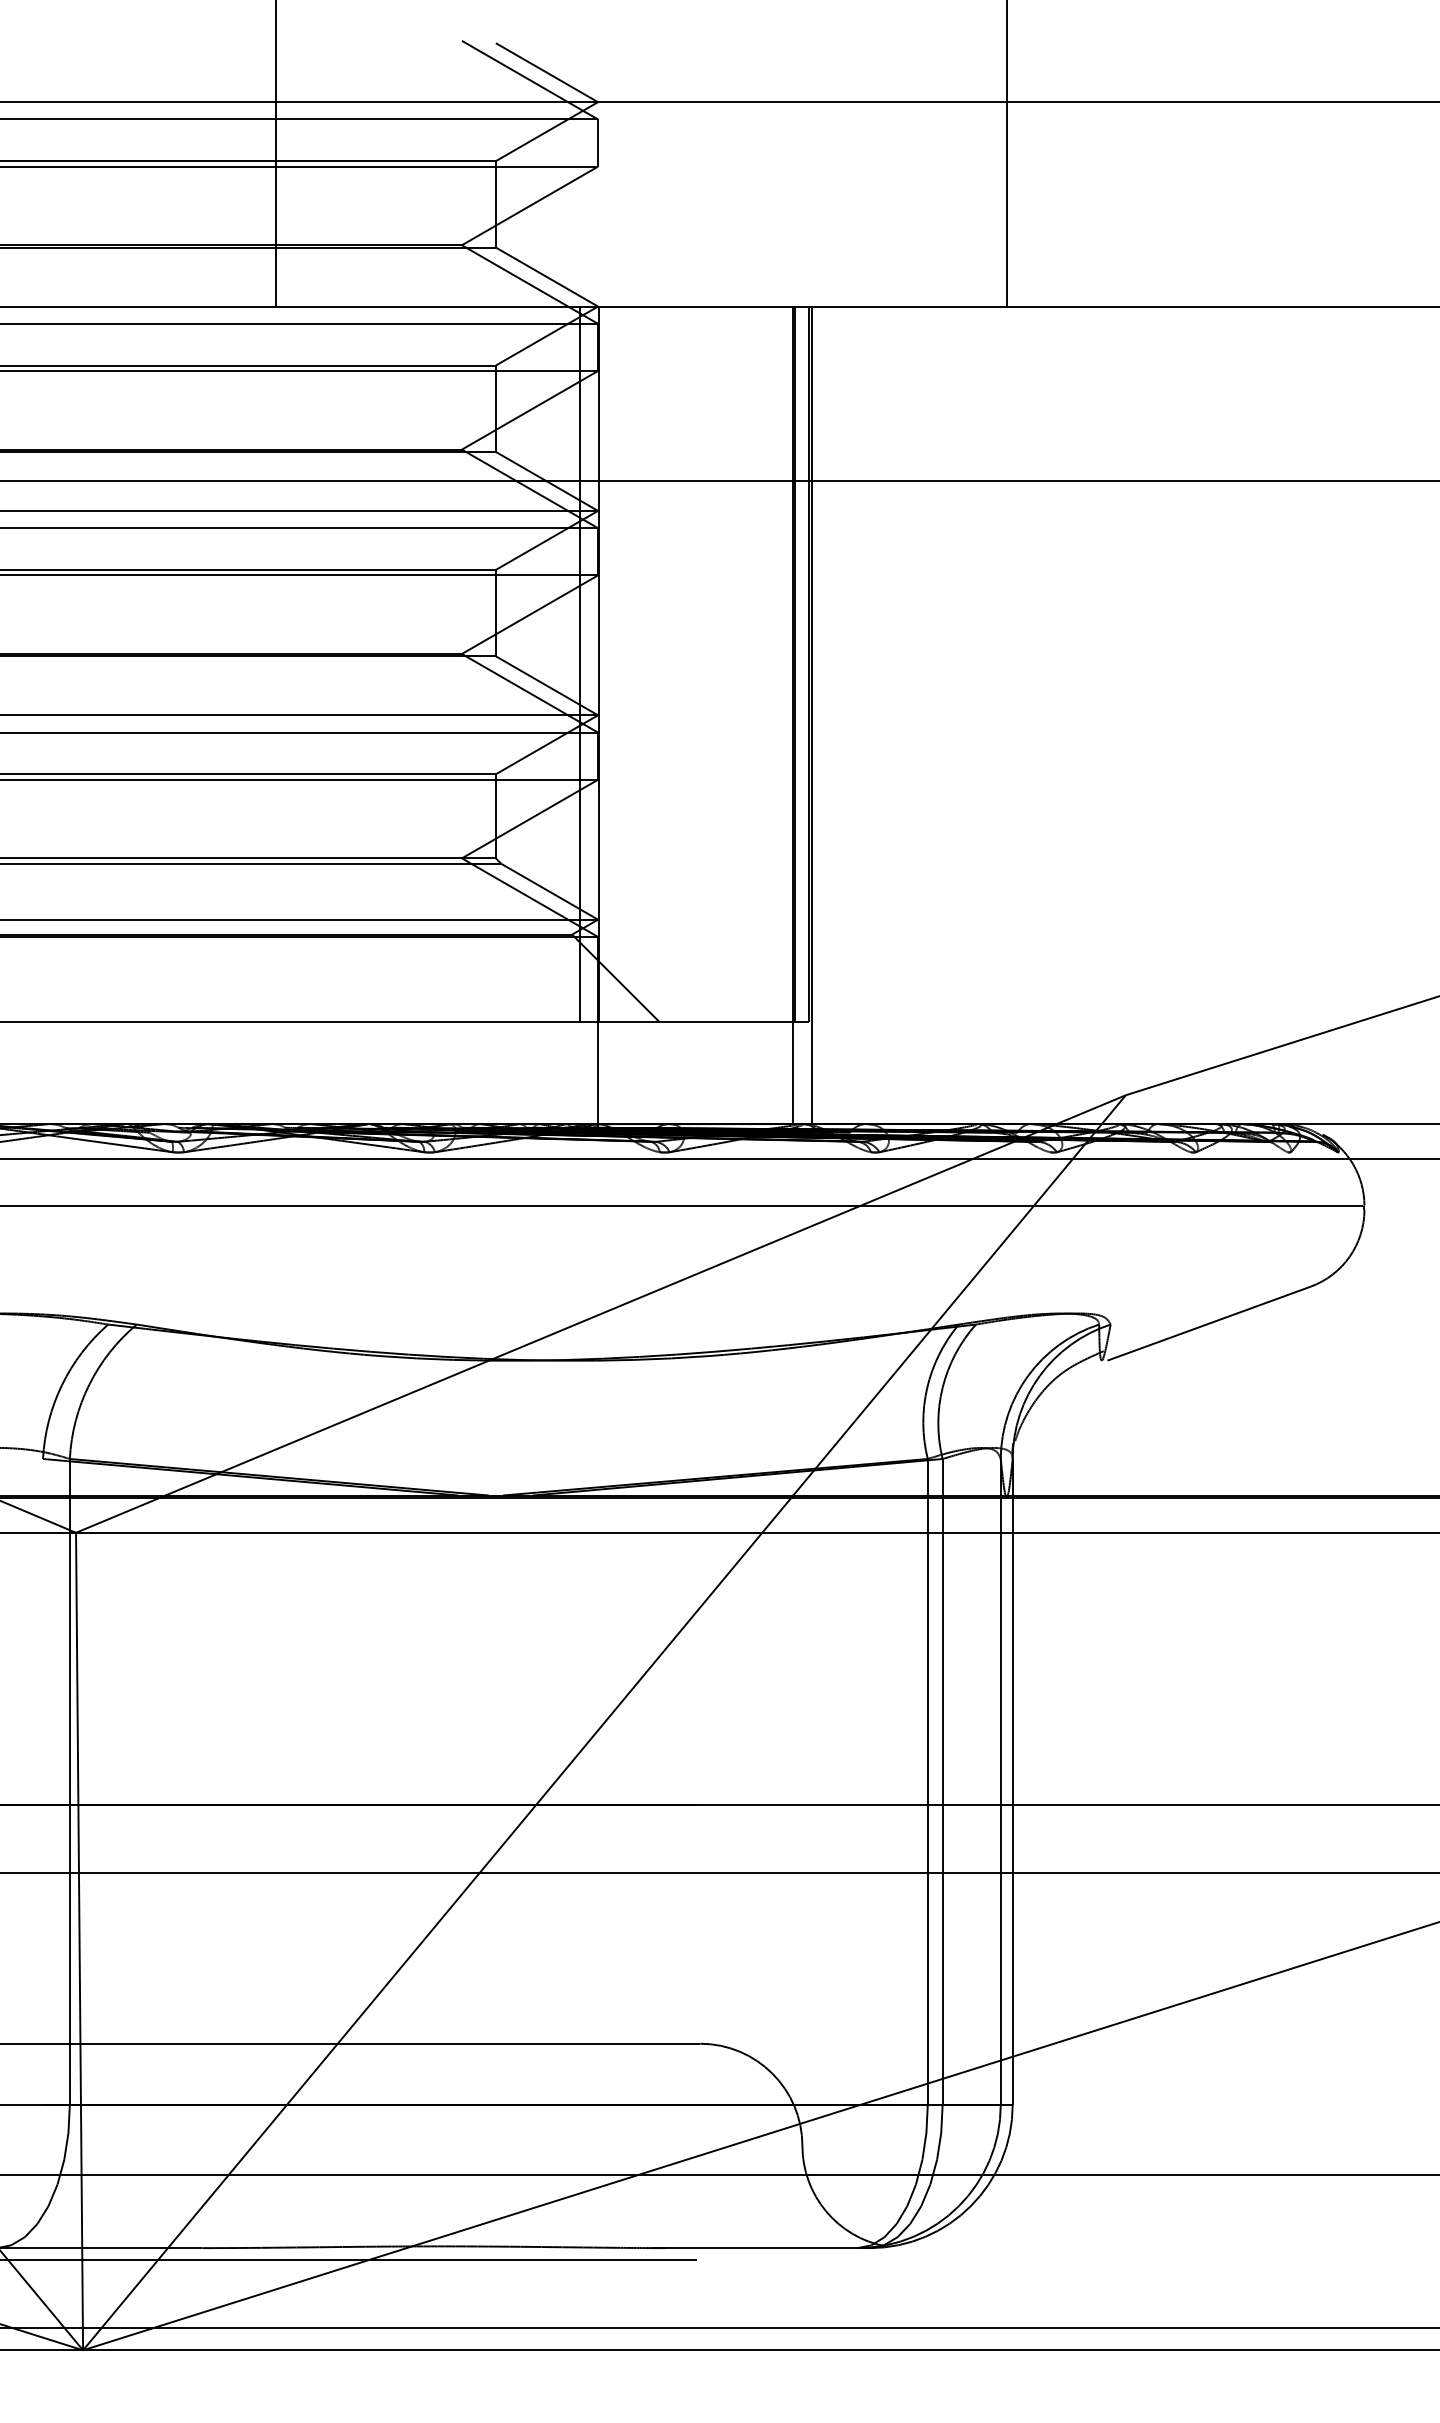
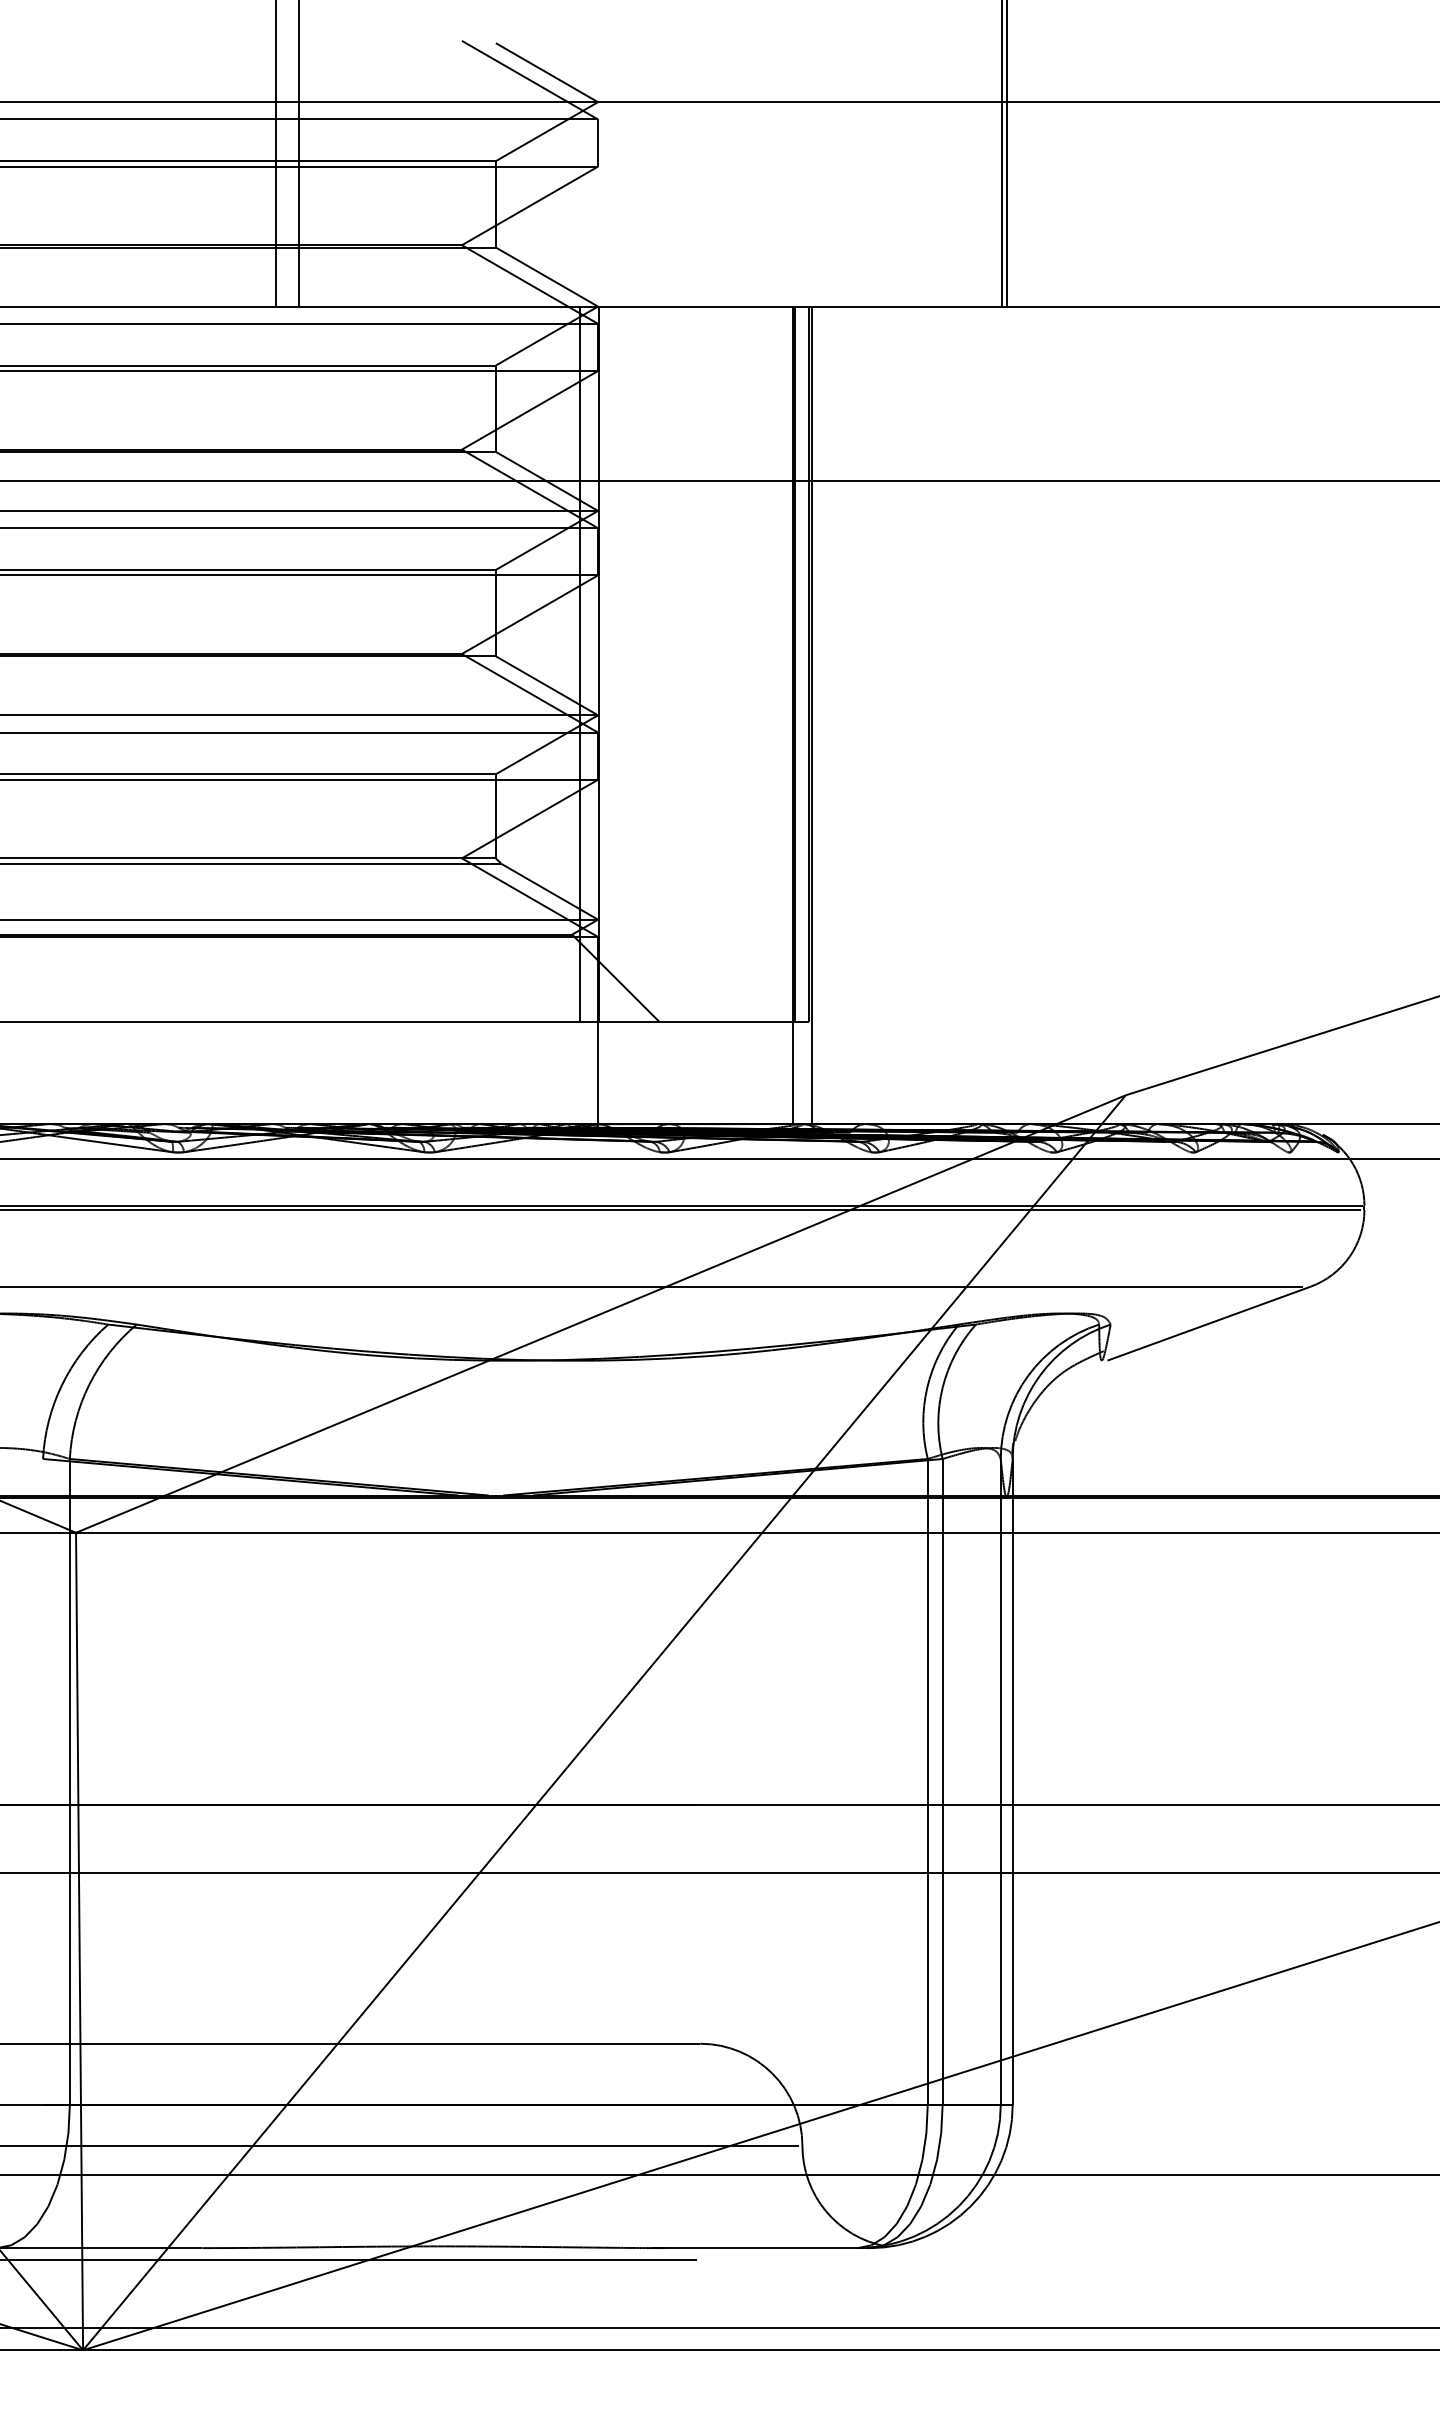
line at (298, 154): none -> present
line at (1001, 154): none -> present
line at (681, 1209): none -> present
line at (652, 1286): none -> present
line at (400, 2145): none -> present
